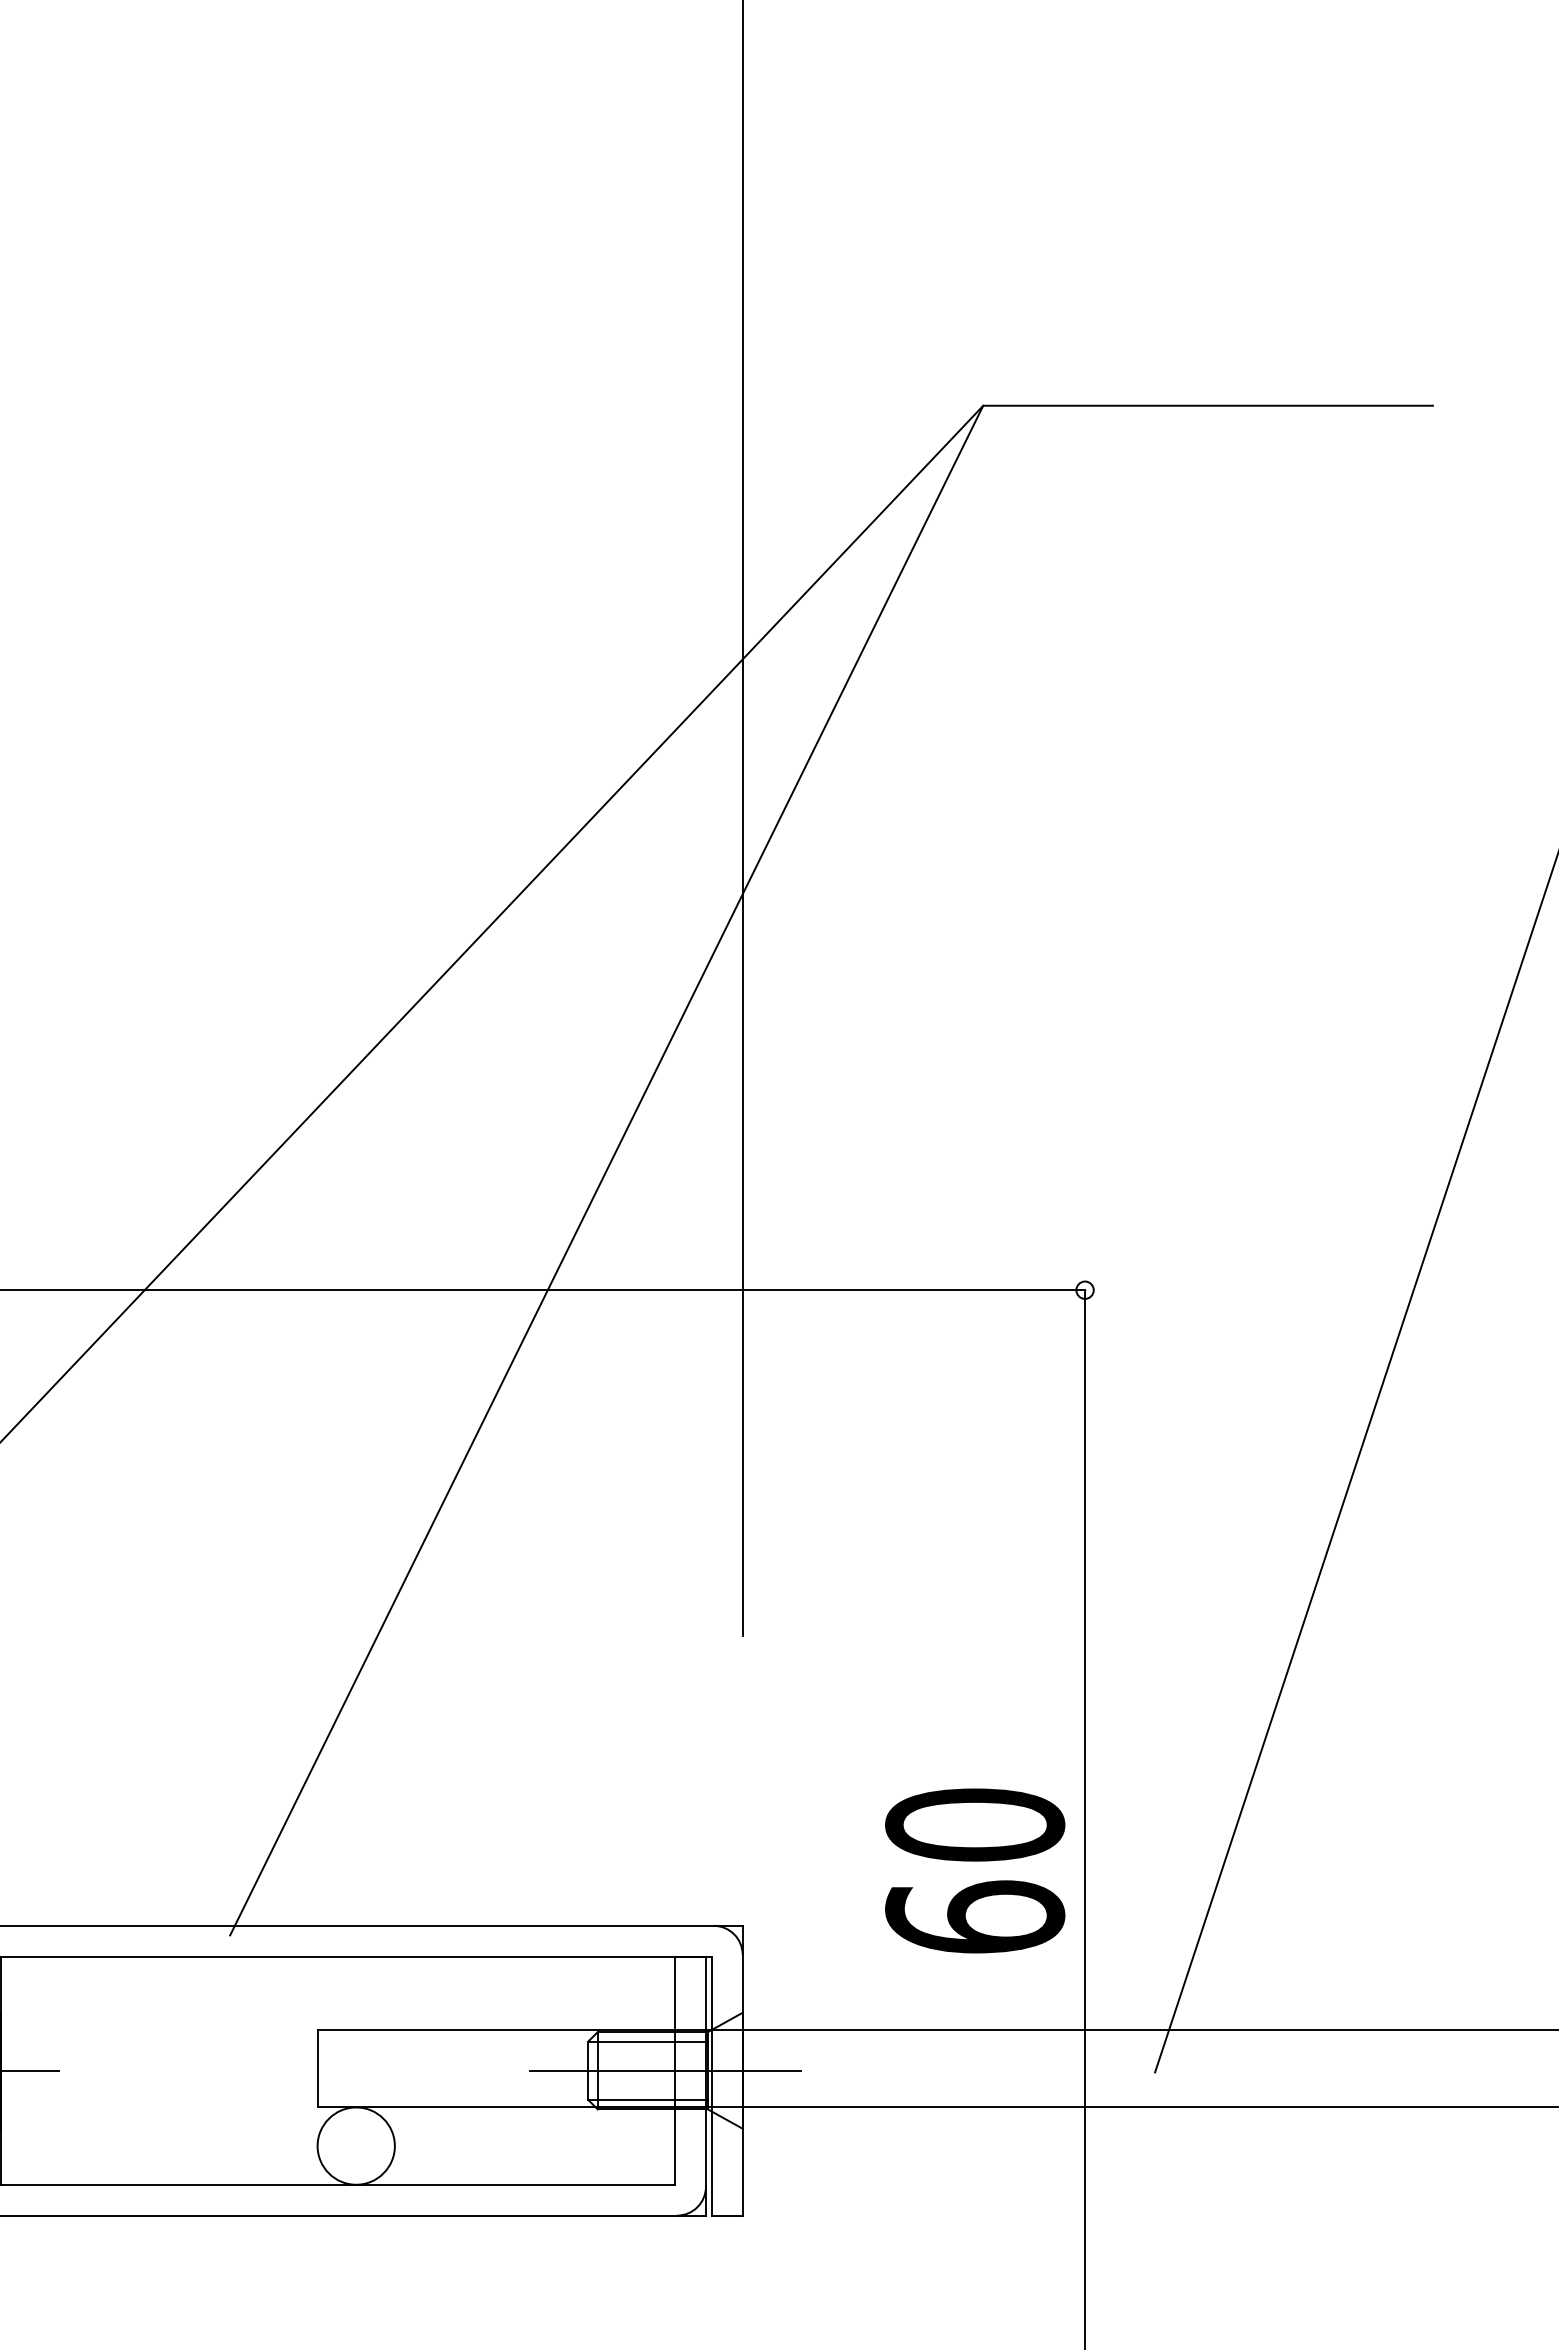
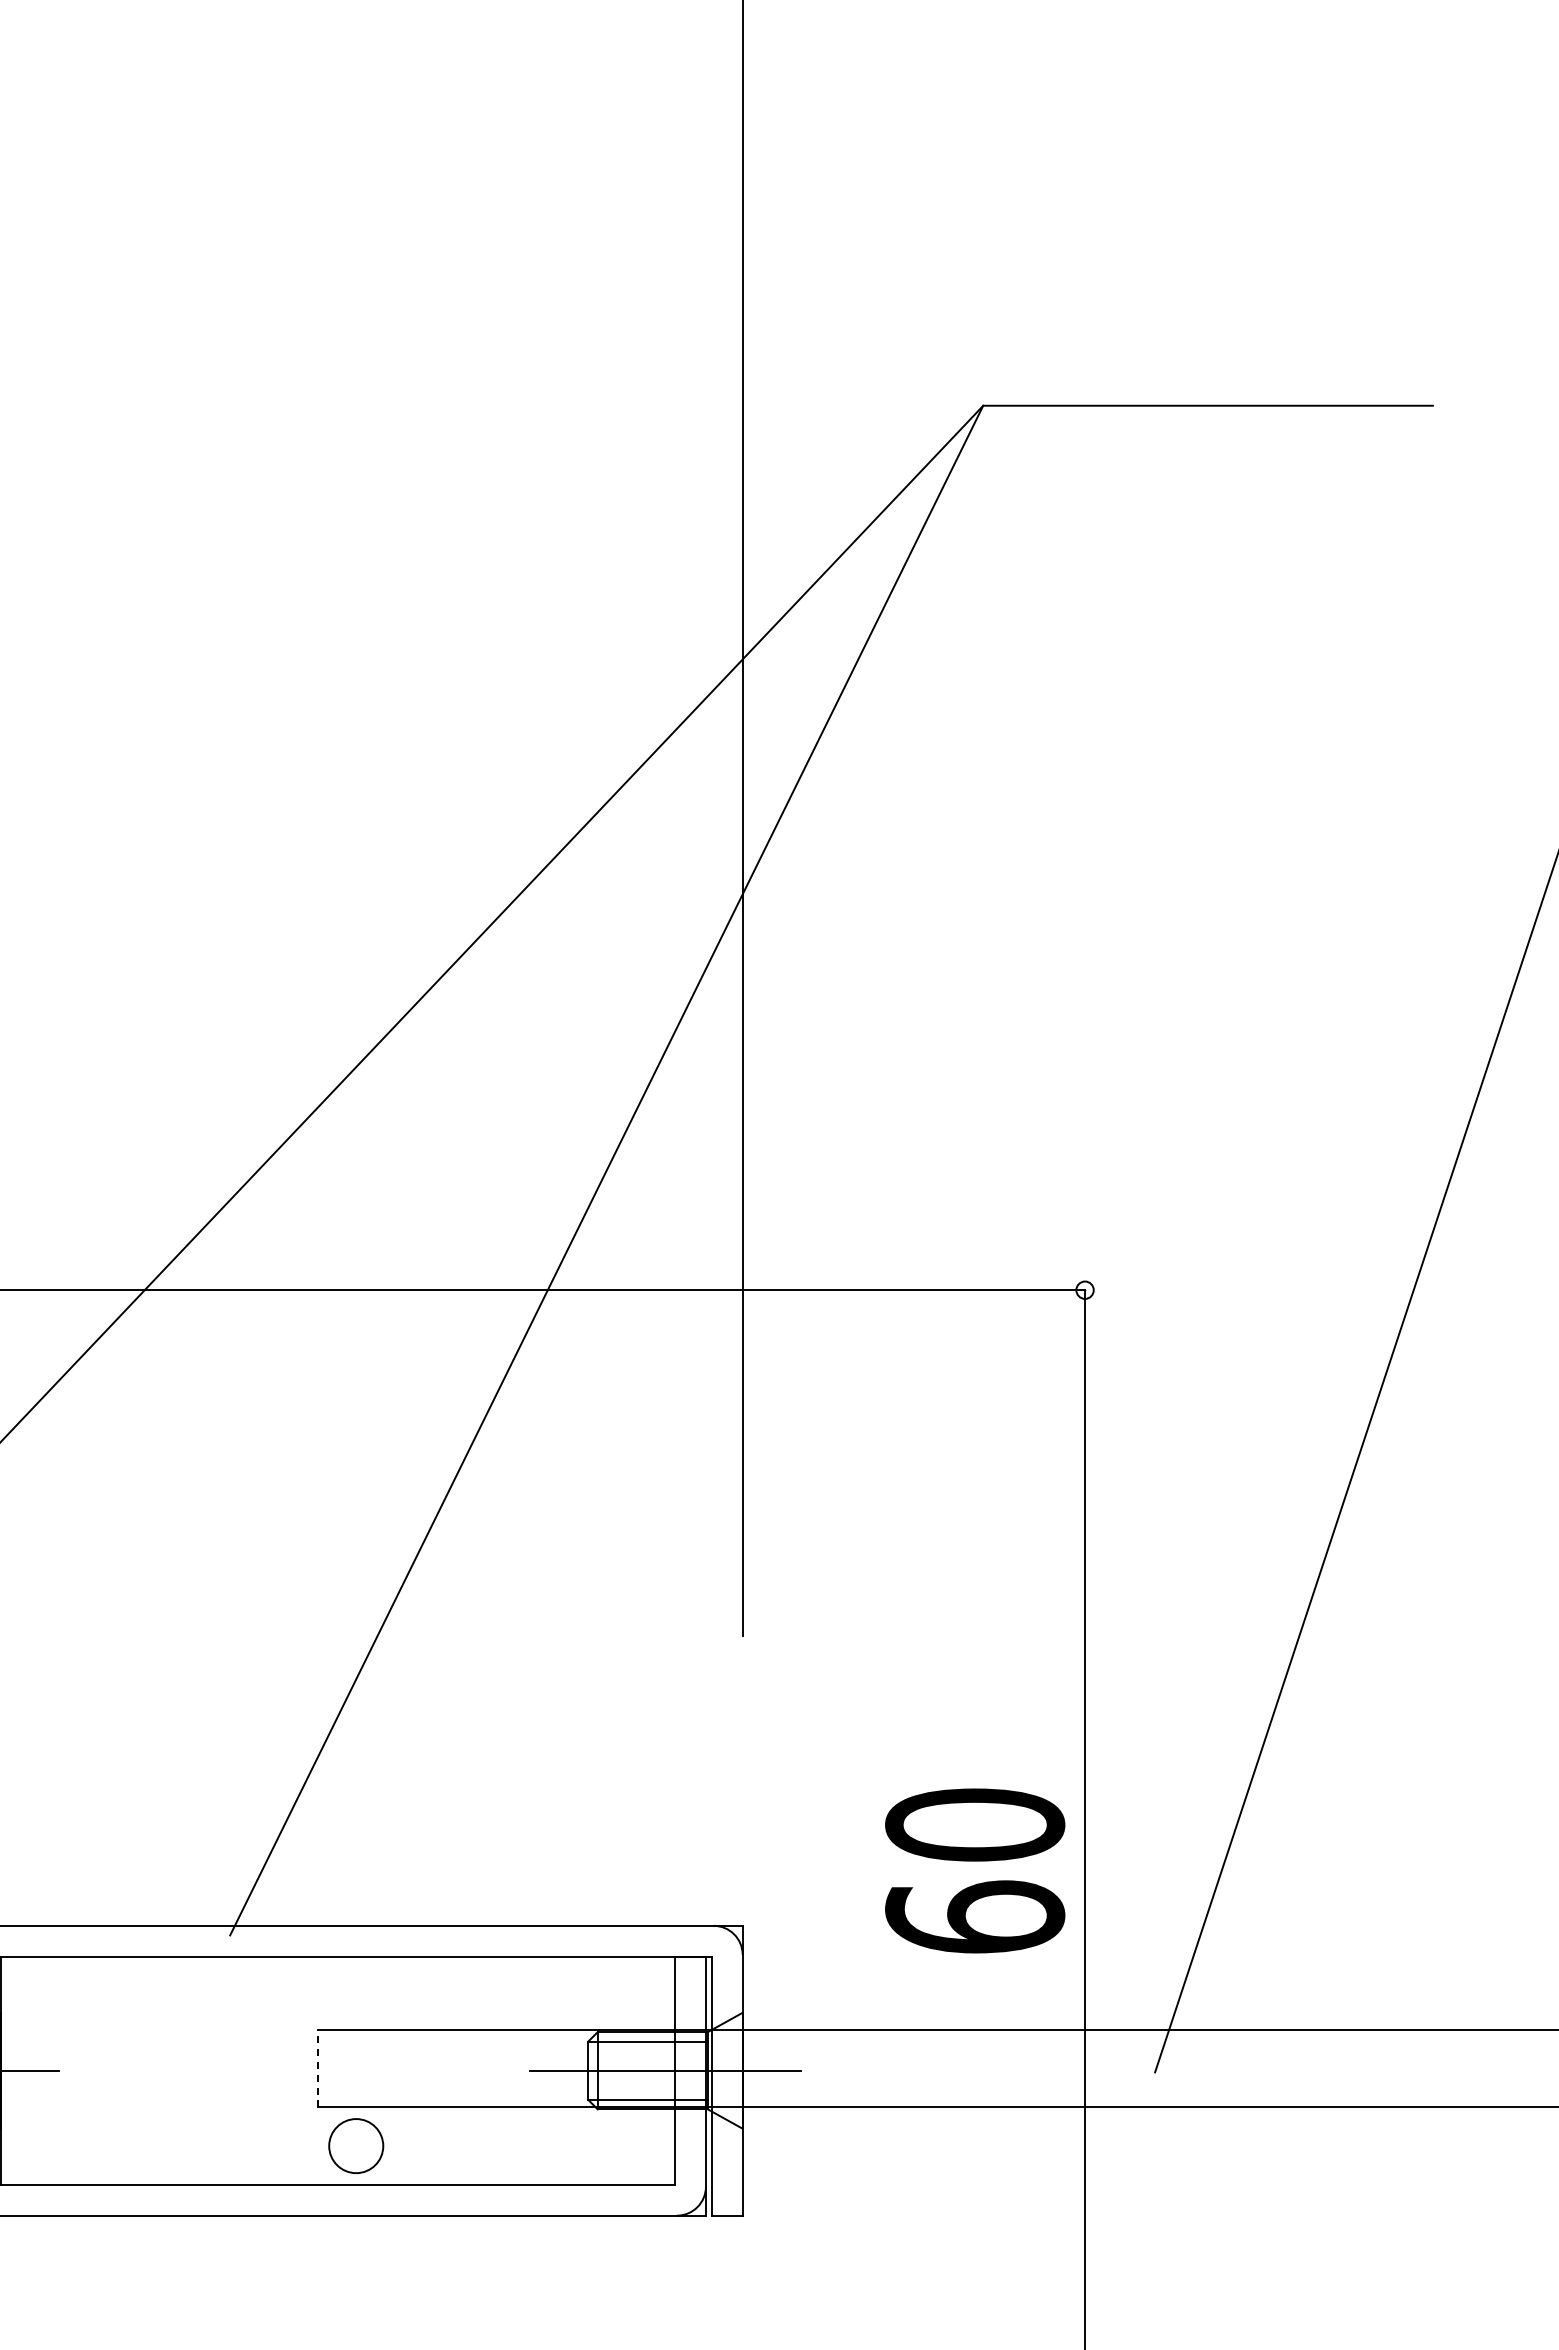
line at (317, 2068): solid -> dashed
circle at (355, 2145) diameter: 77 px -> 54 px
